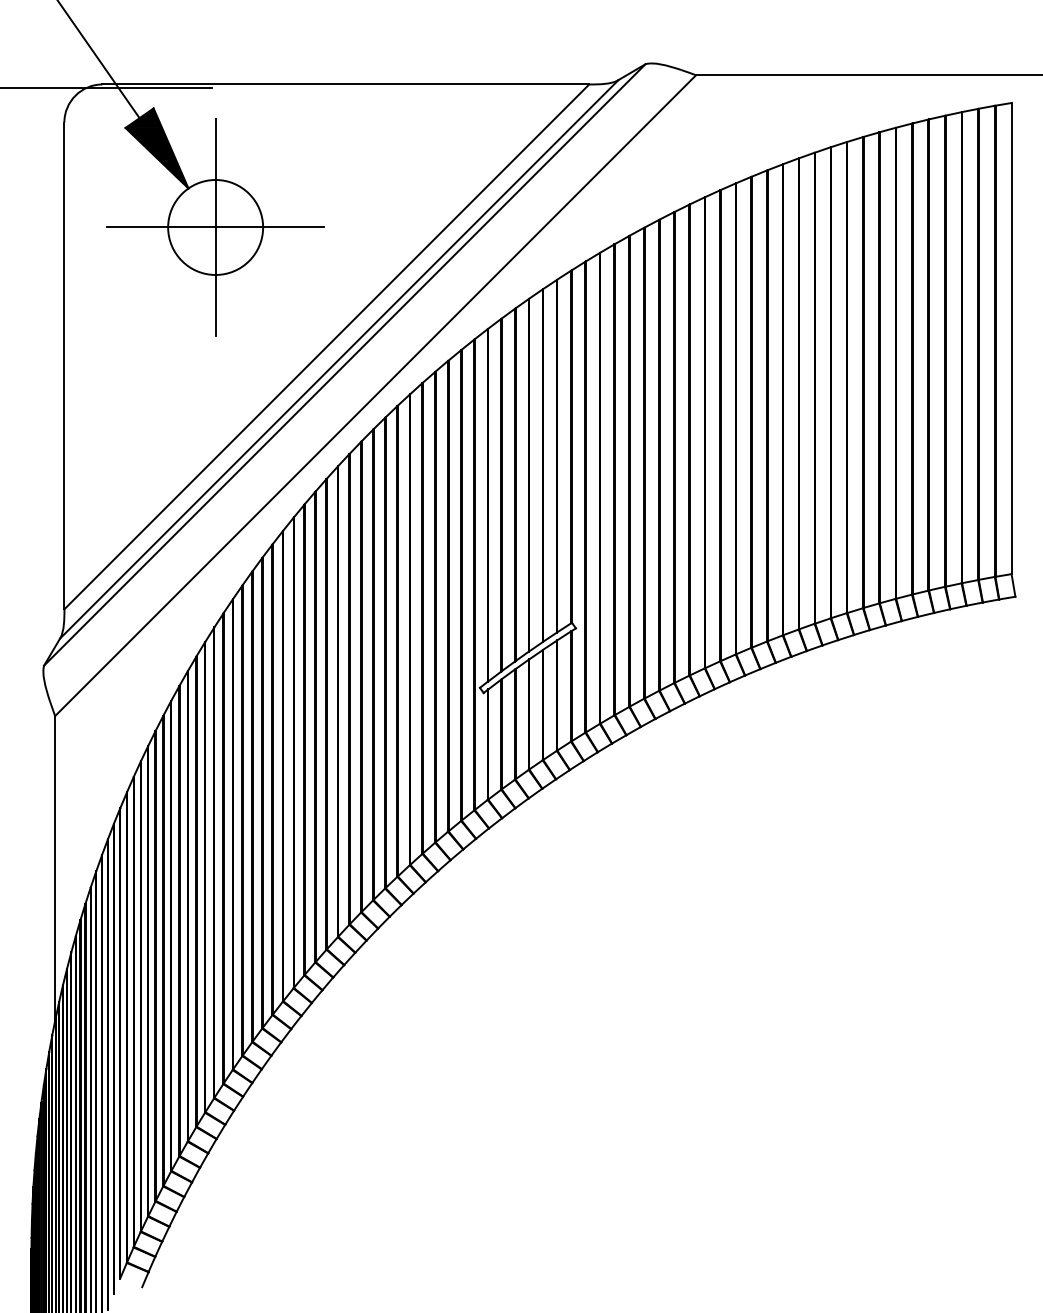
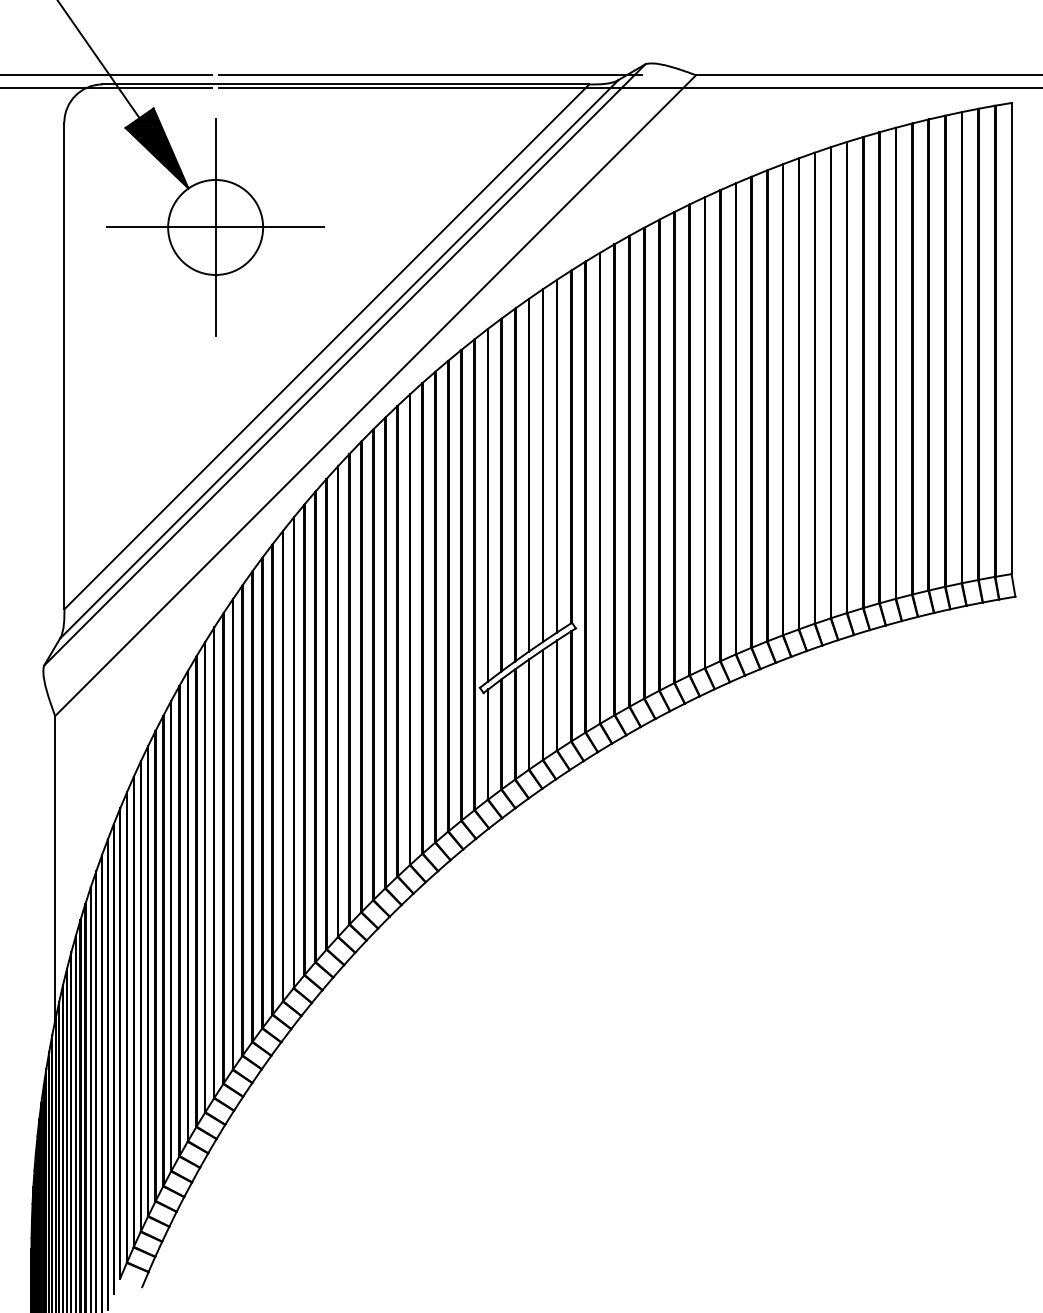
line at (107, 75): none -> present
line at (430, 75): none -> present
line at (629, 88): none -> present
